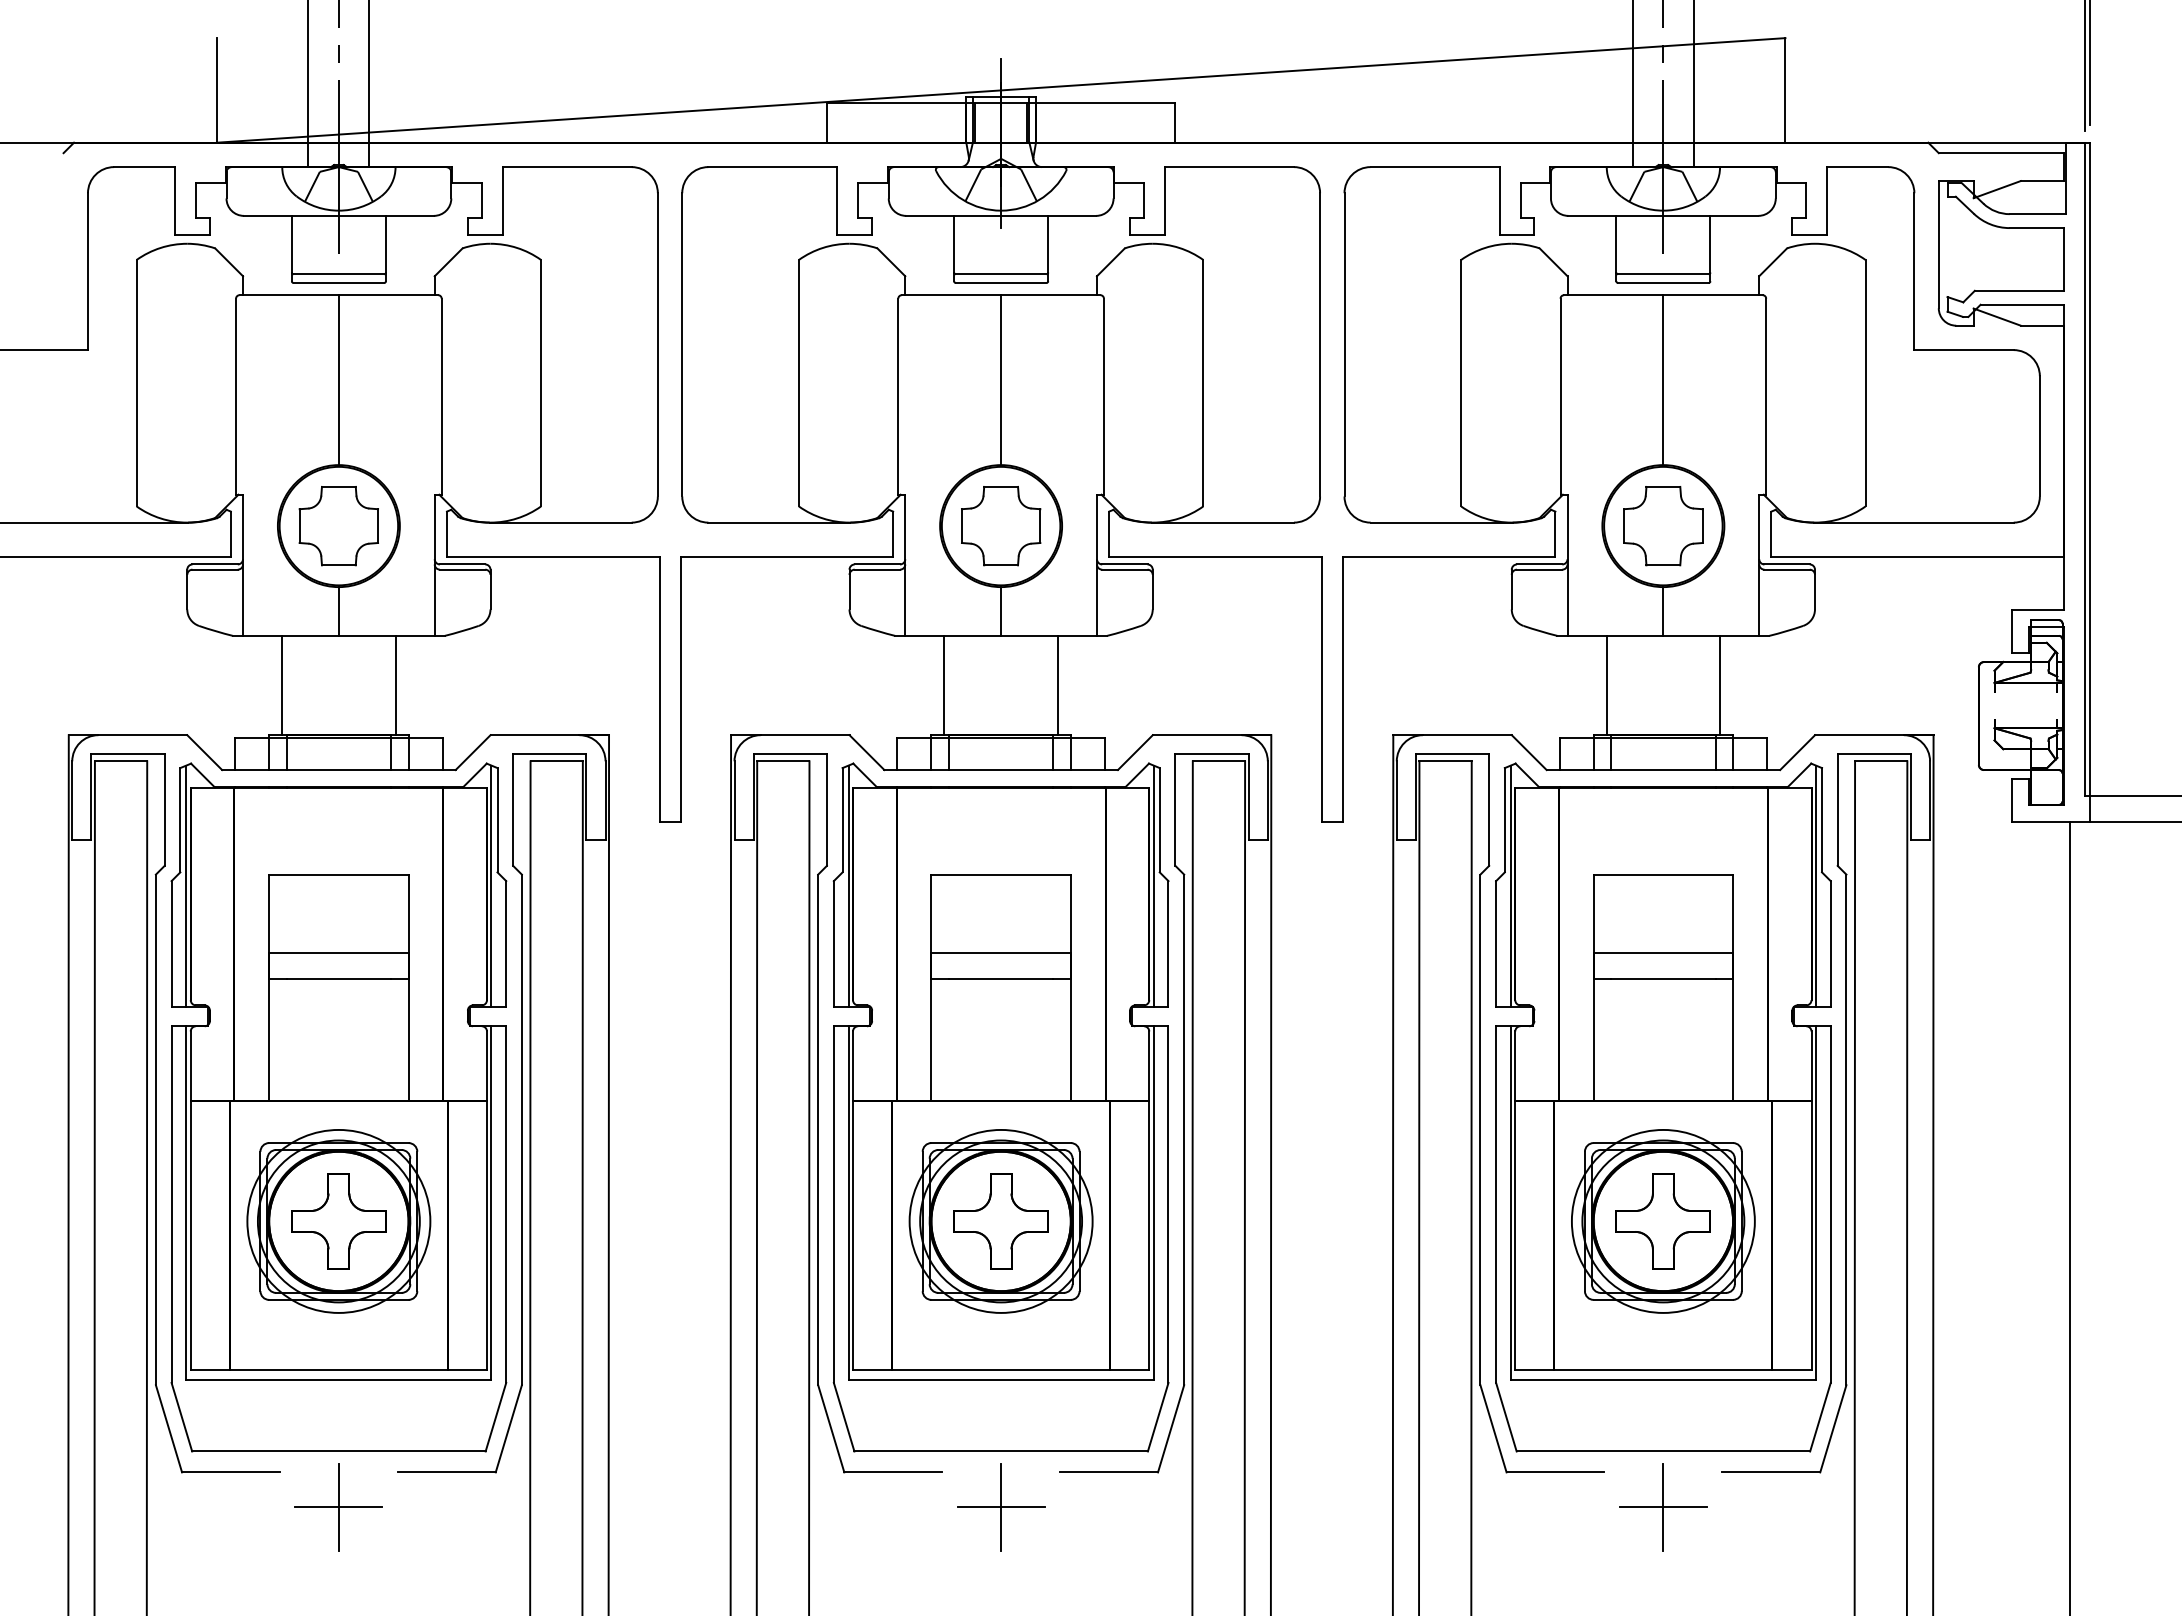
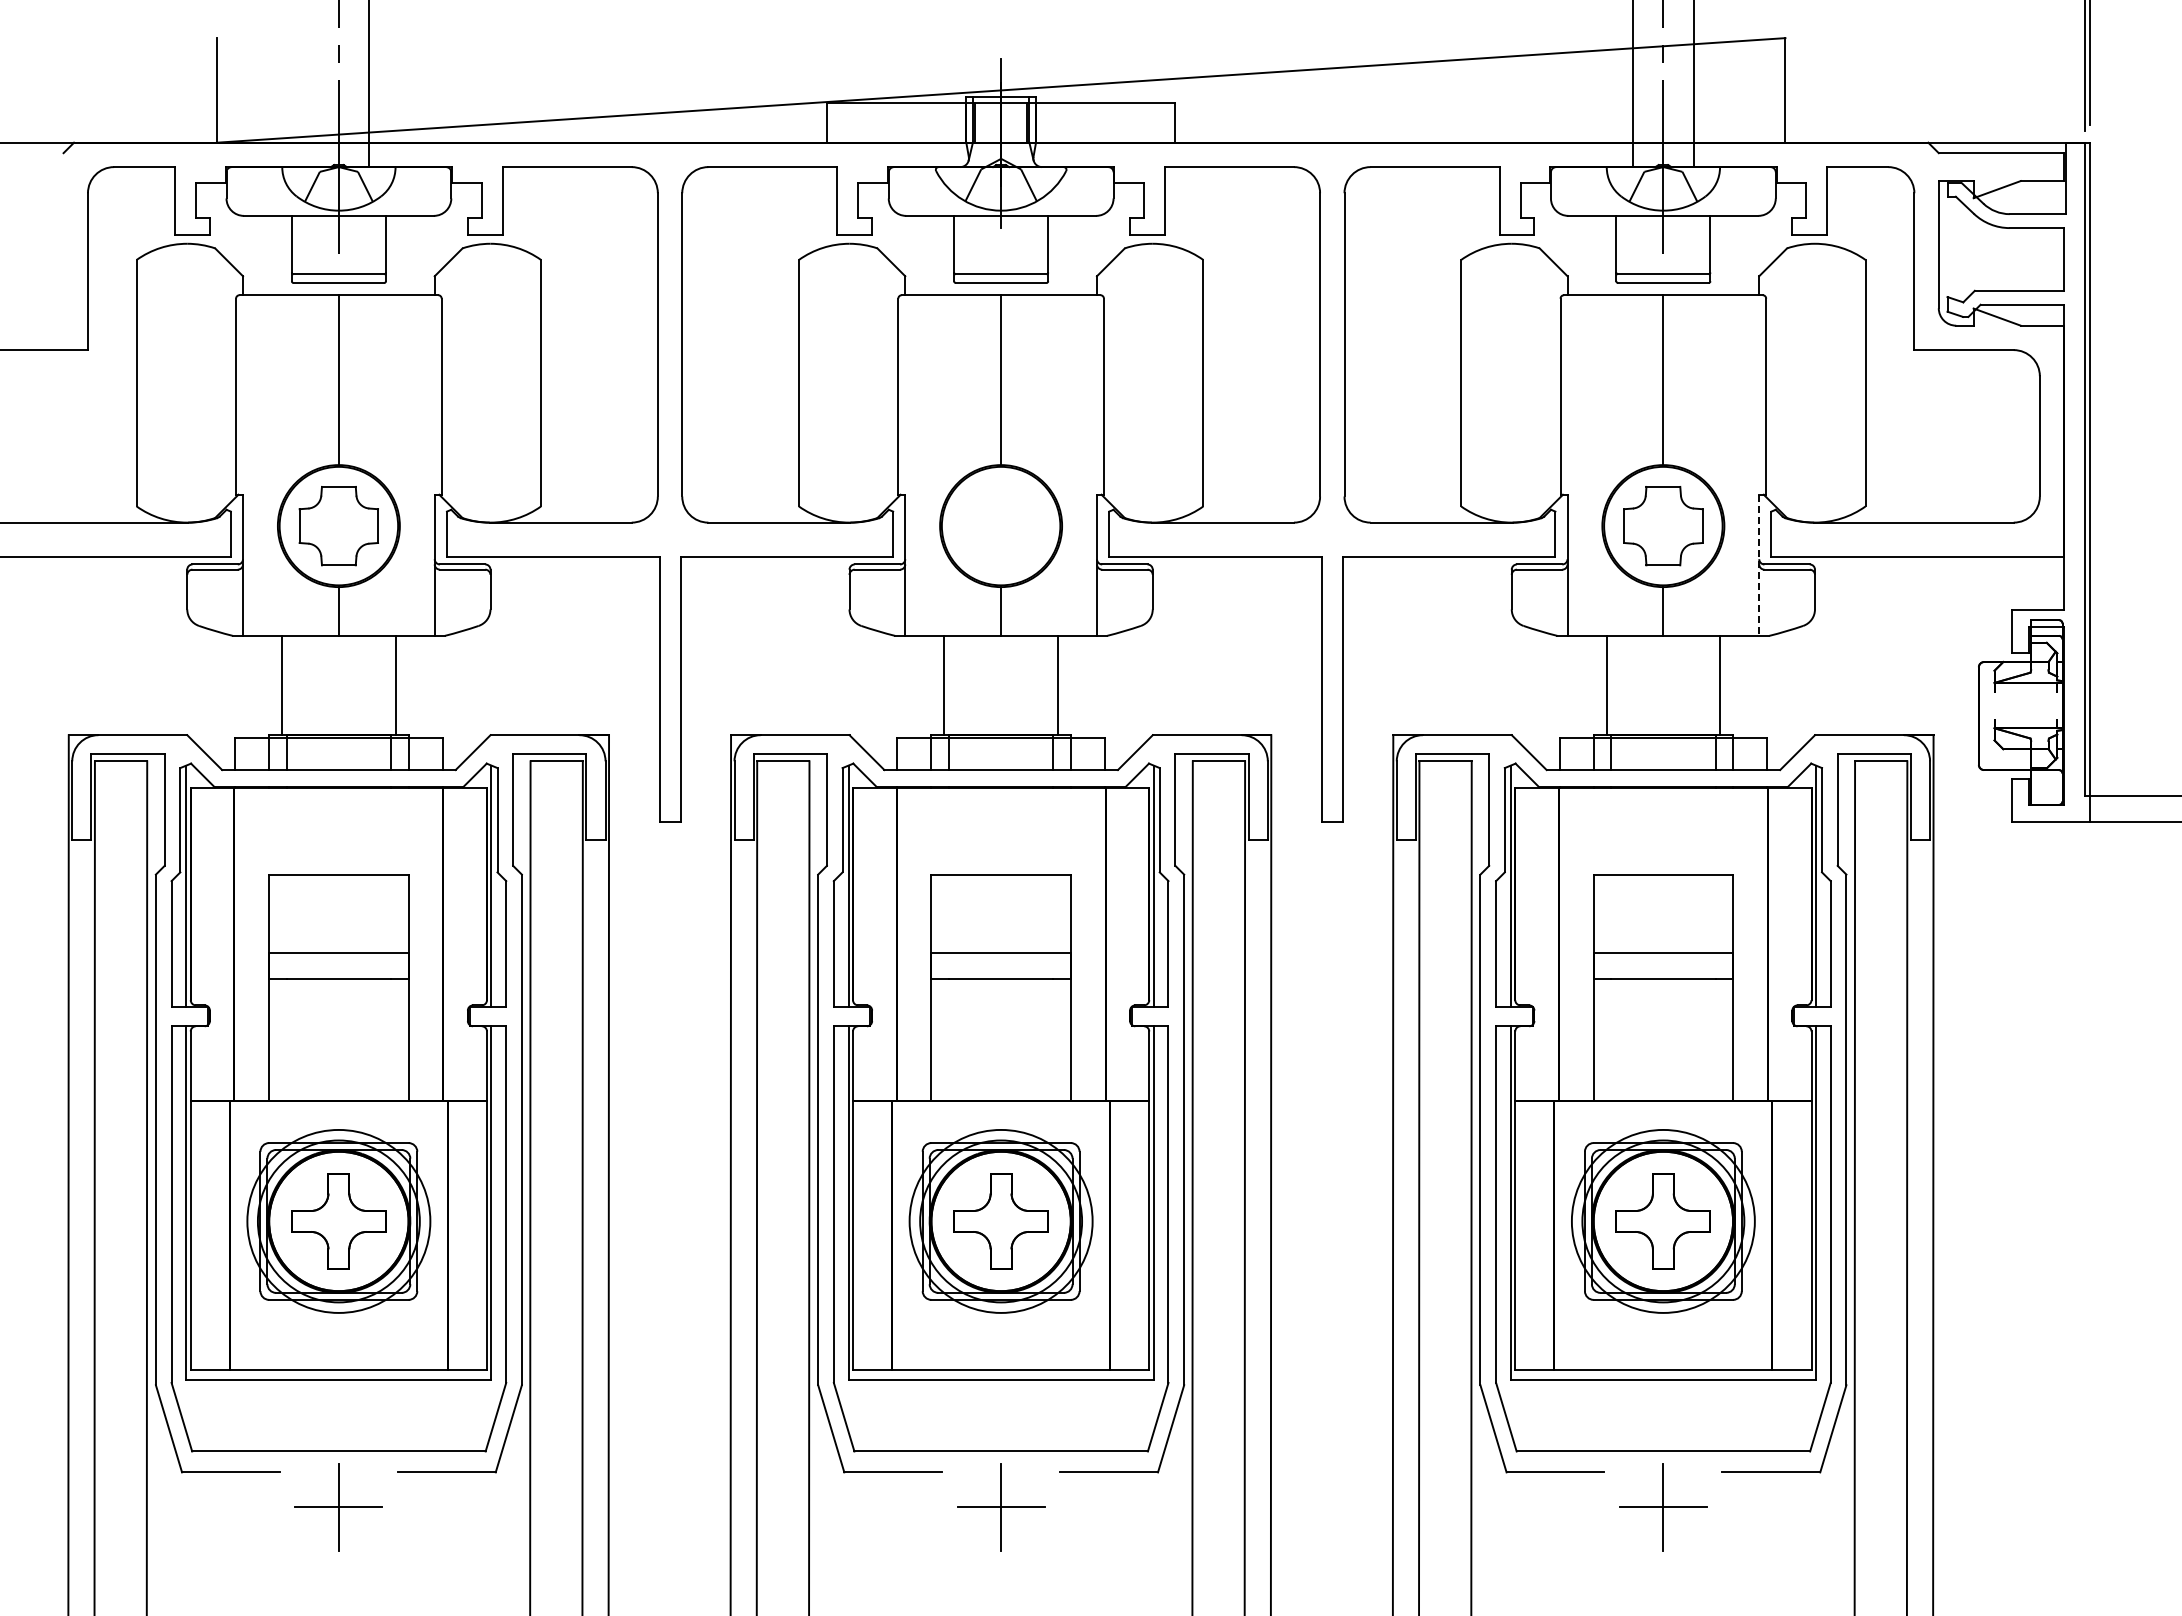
line at (308, 84): present -> none
part at (1001, 526): present -> none
line at (1759, 565): solid -> dashed
line at (2069, 1217): present -> none
